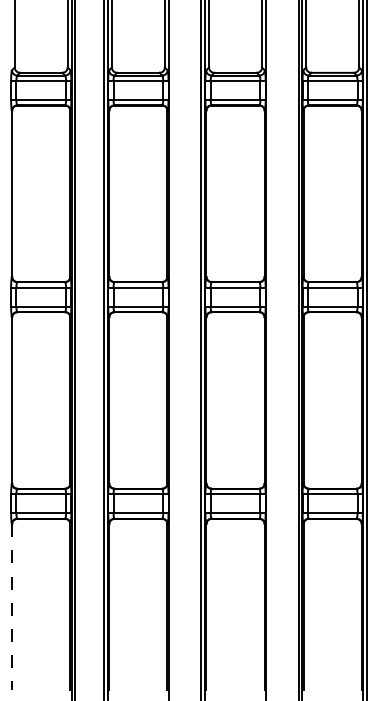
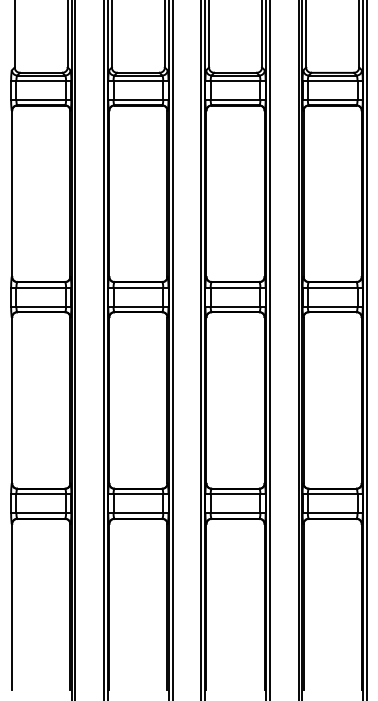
line at (172, 349): none -> present
line at (269, 349): none -> present
line at (12, 607): dashed -> solid
